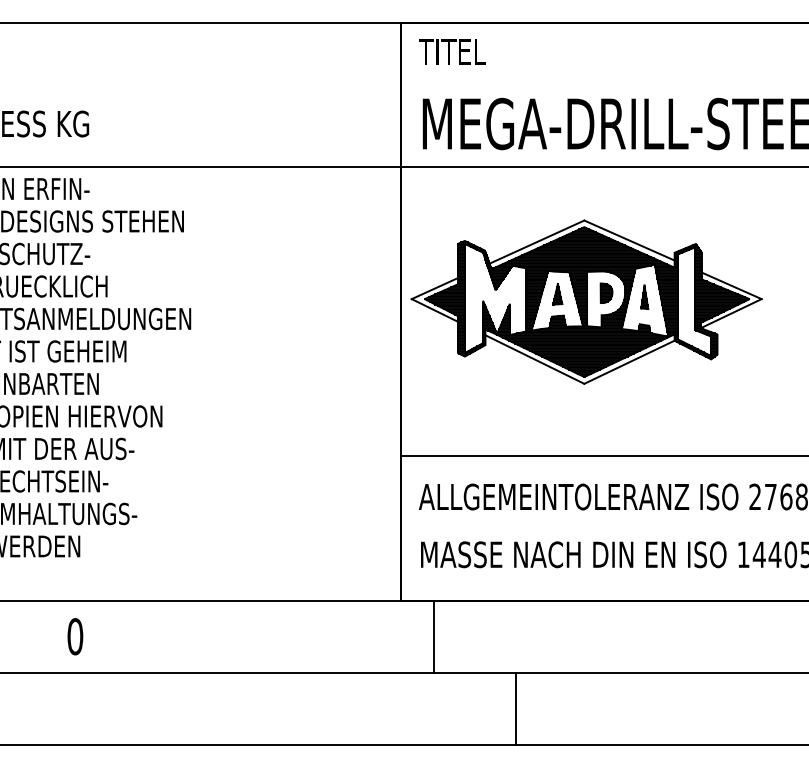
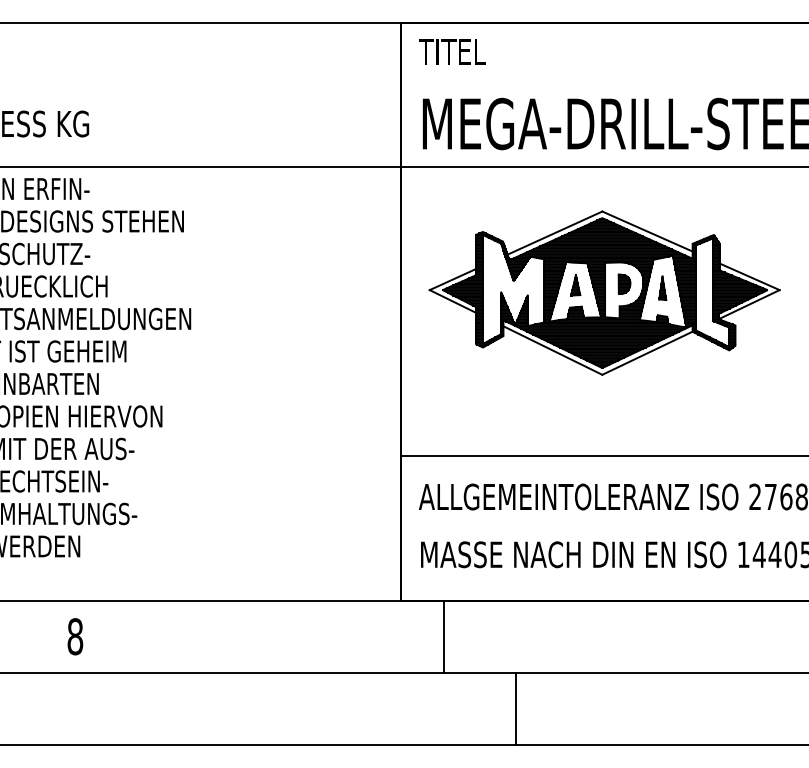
part at (586, 301) position: (586, 301) -> (604, 292)
text at (75, 636): 0 -> 8
line at (434, 636) position: (434, 636) -> (444, 636)
